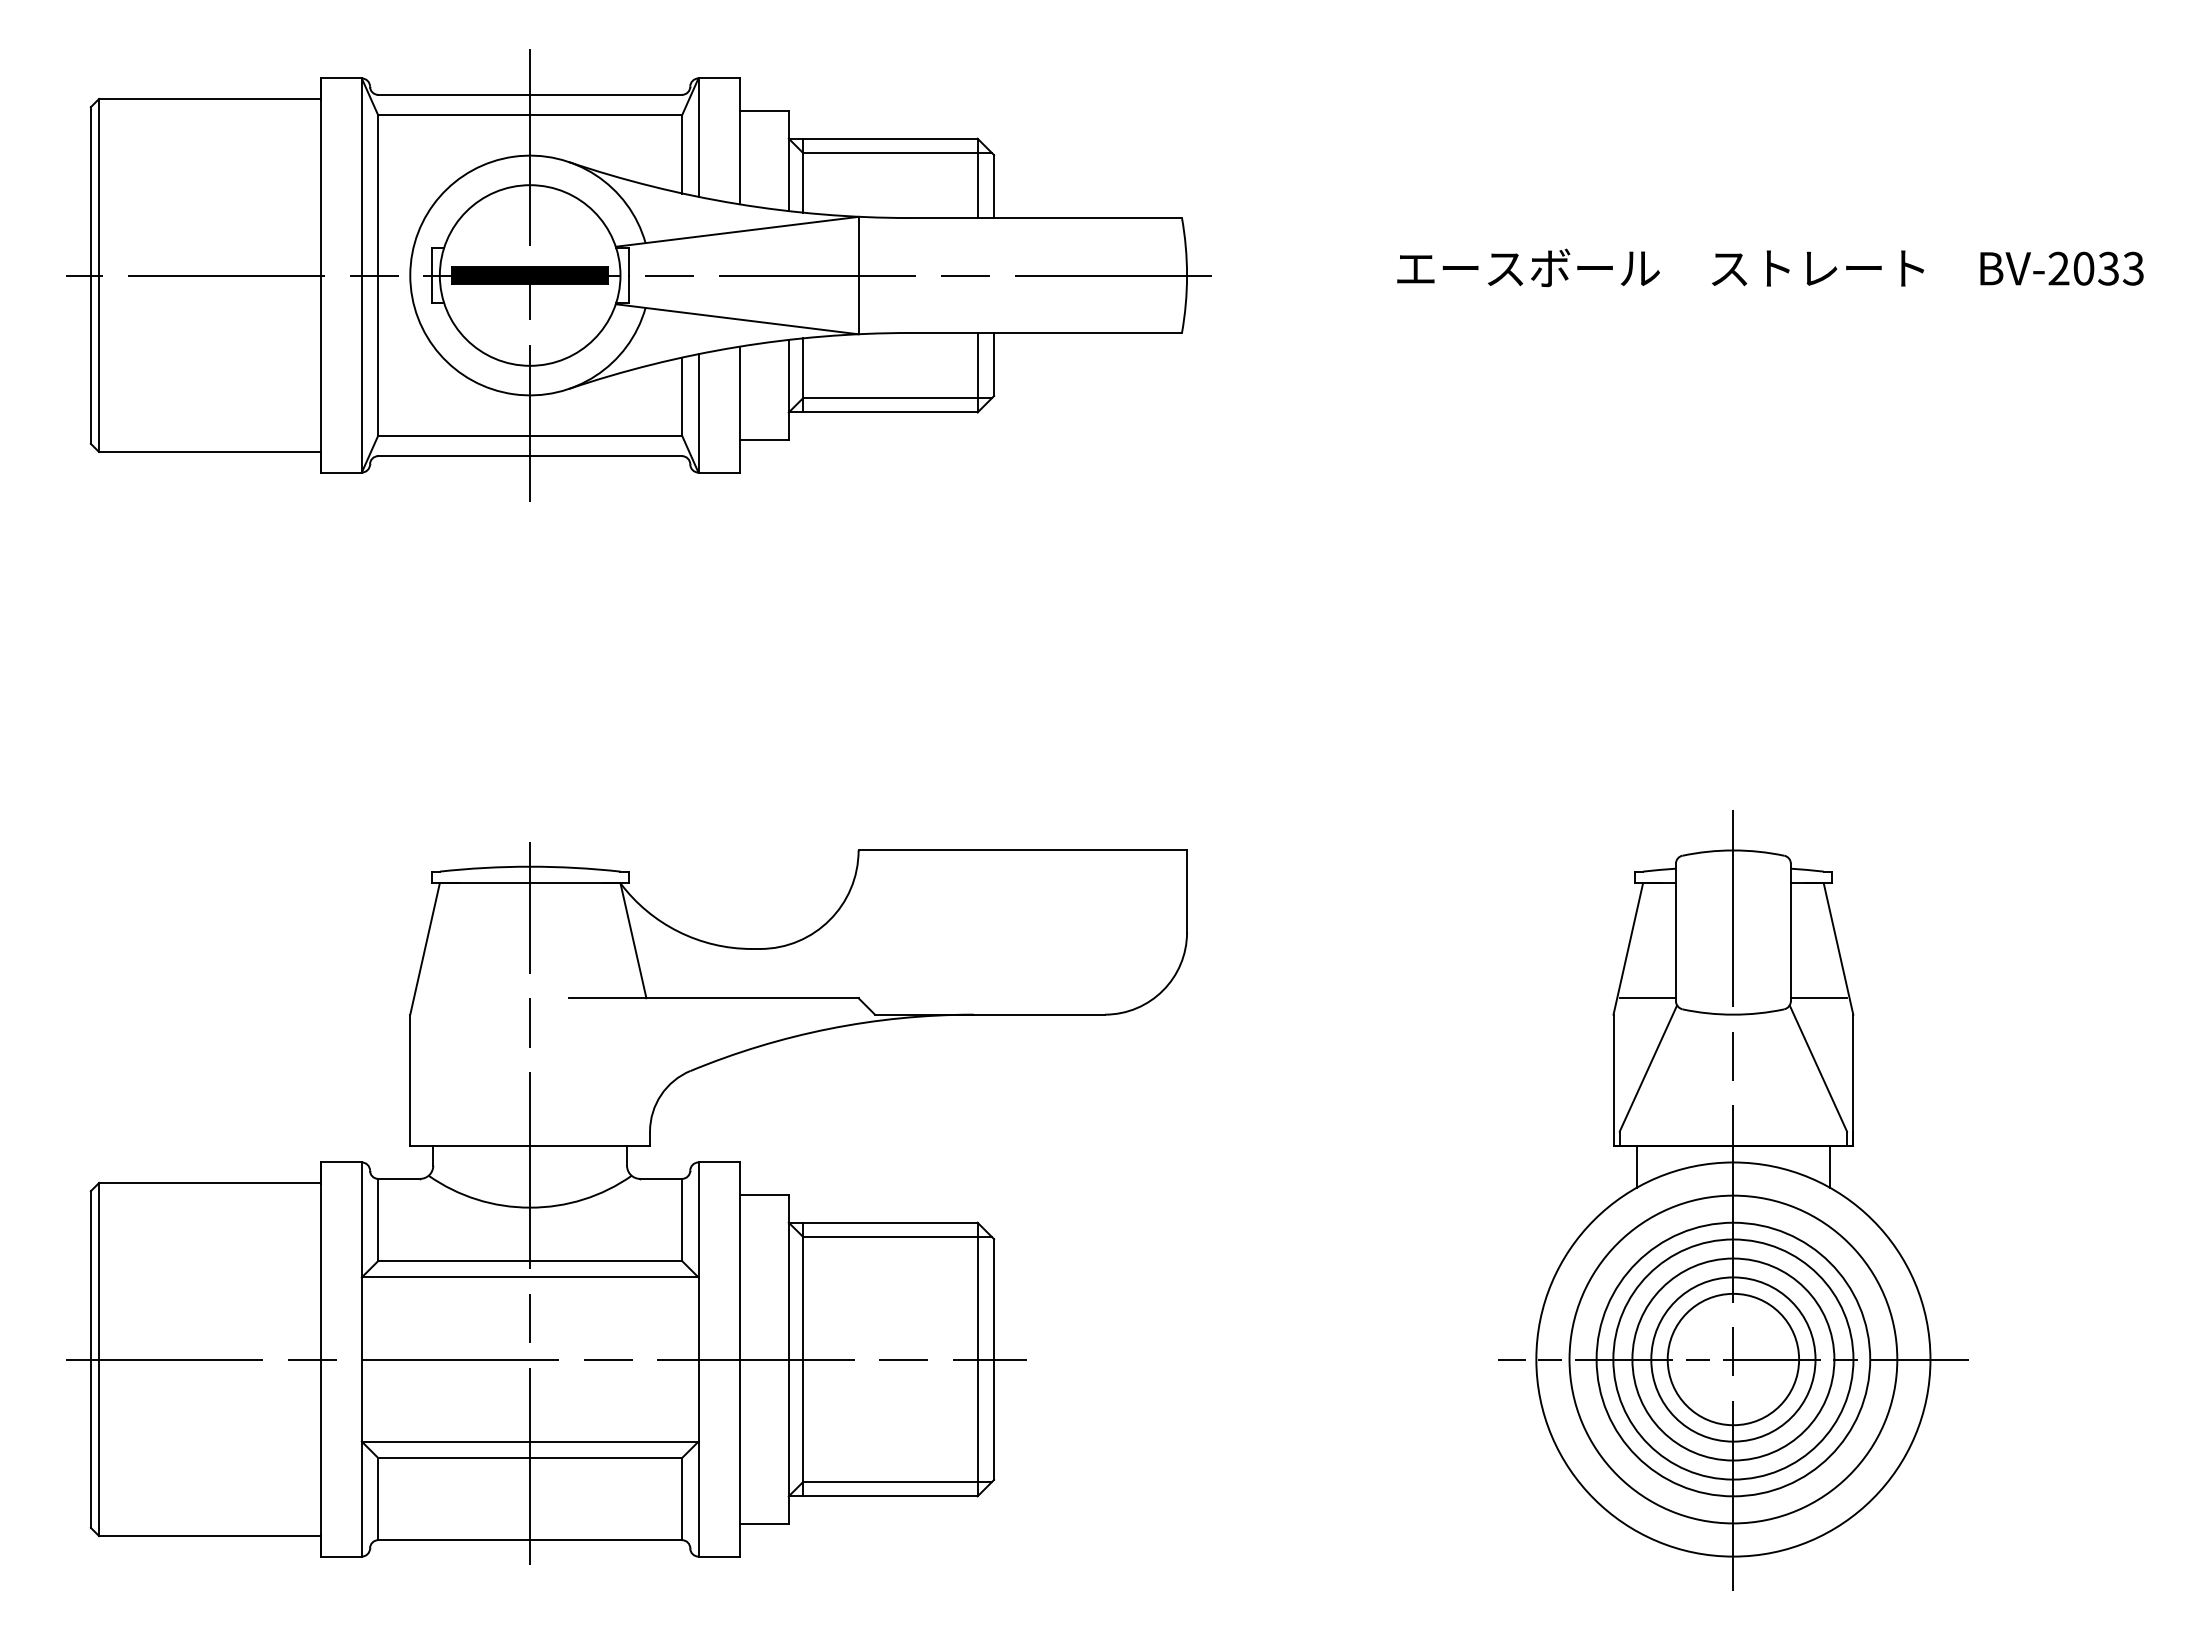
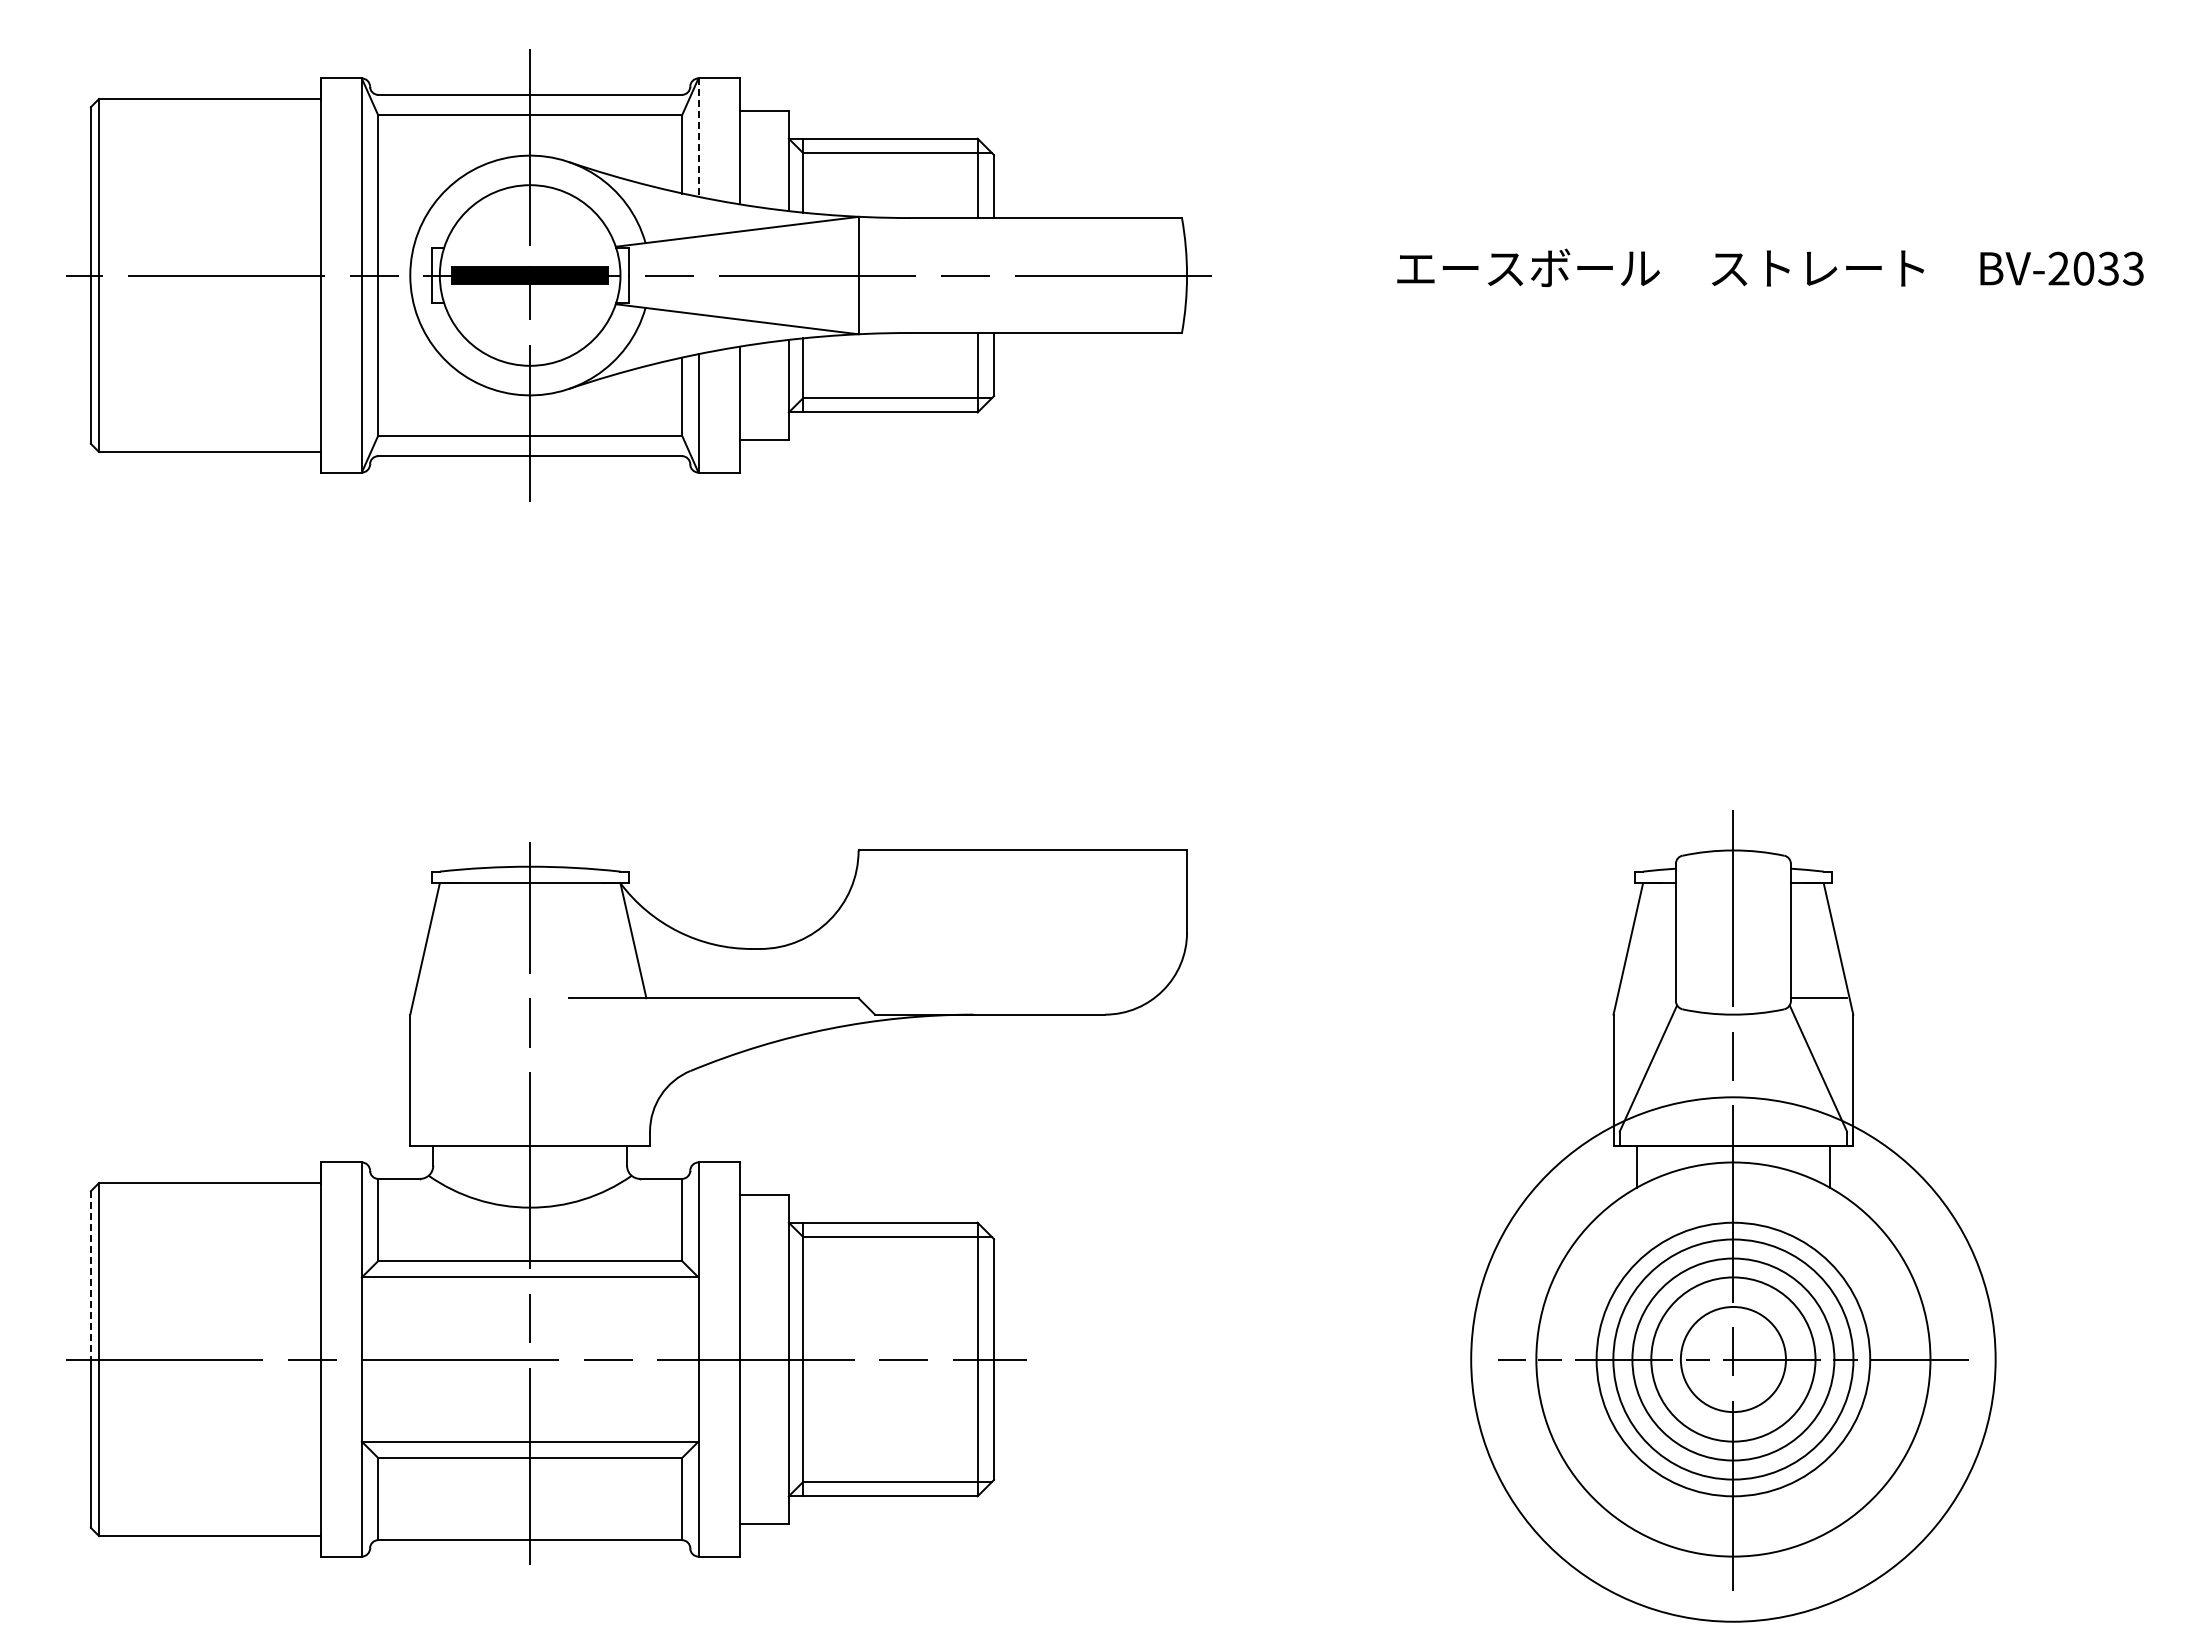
line at (698, 138): solid -> dashed
line at (1647, 998): present -> none
line at (90, 1275): solid -> dashed
circle at (1733, 1359) diameter: 131 px -> 105 px
circle at (1733, 1359) diameter: 328 px -> 524 px
